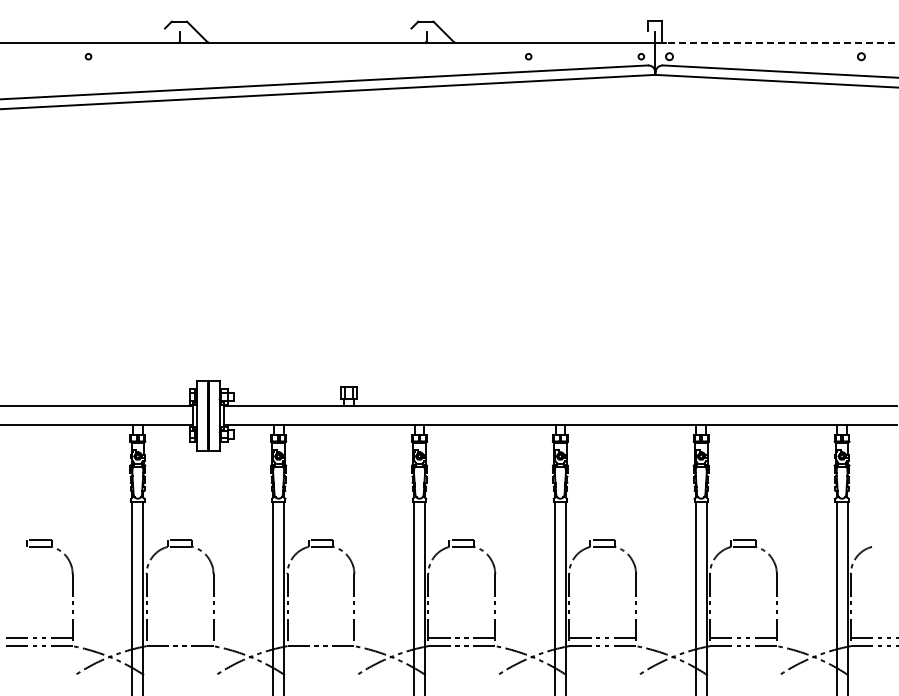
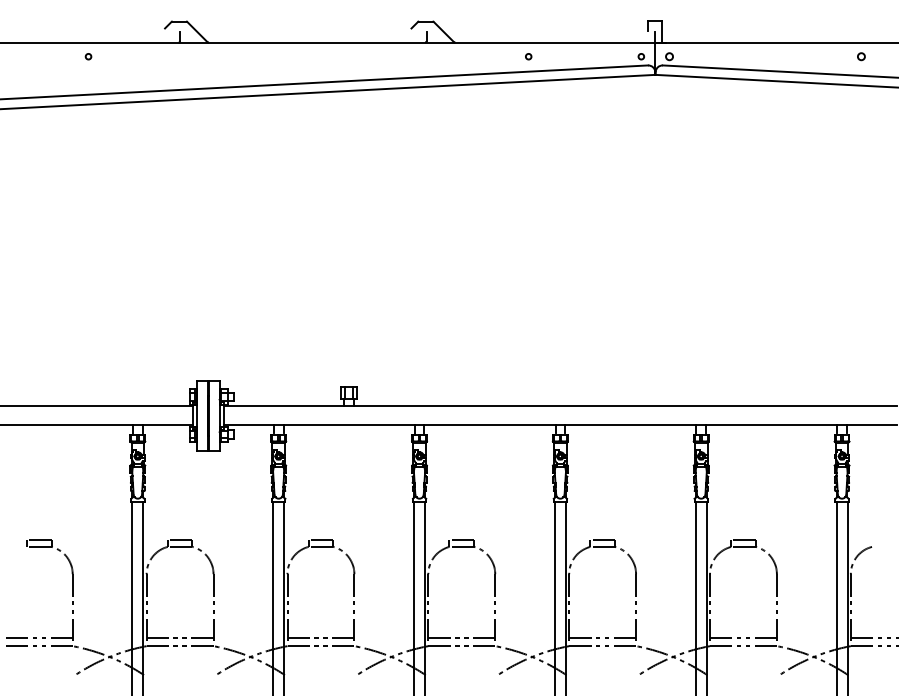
line at (776, 42): dashed -> solid
line at (179, 637): none -> present
line at (320, 637): none -> present
